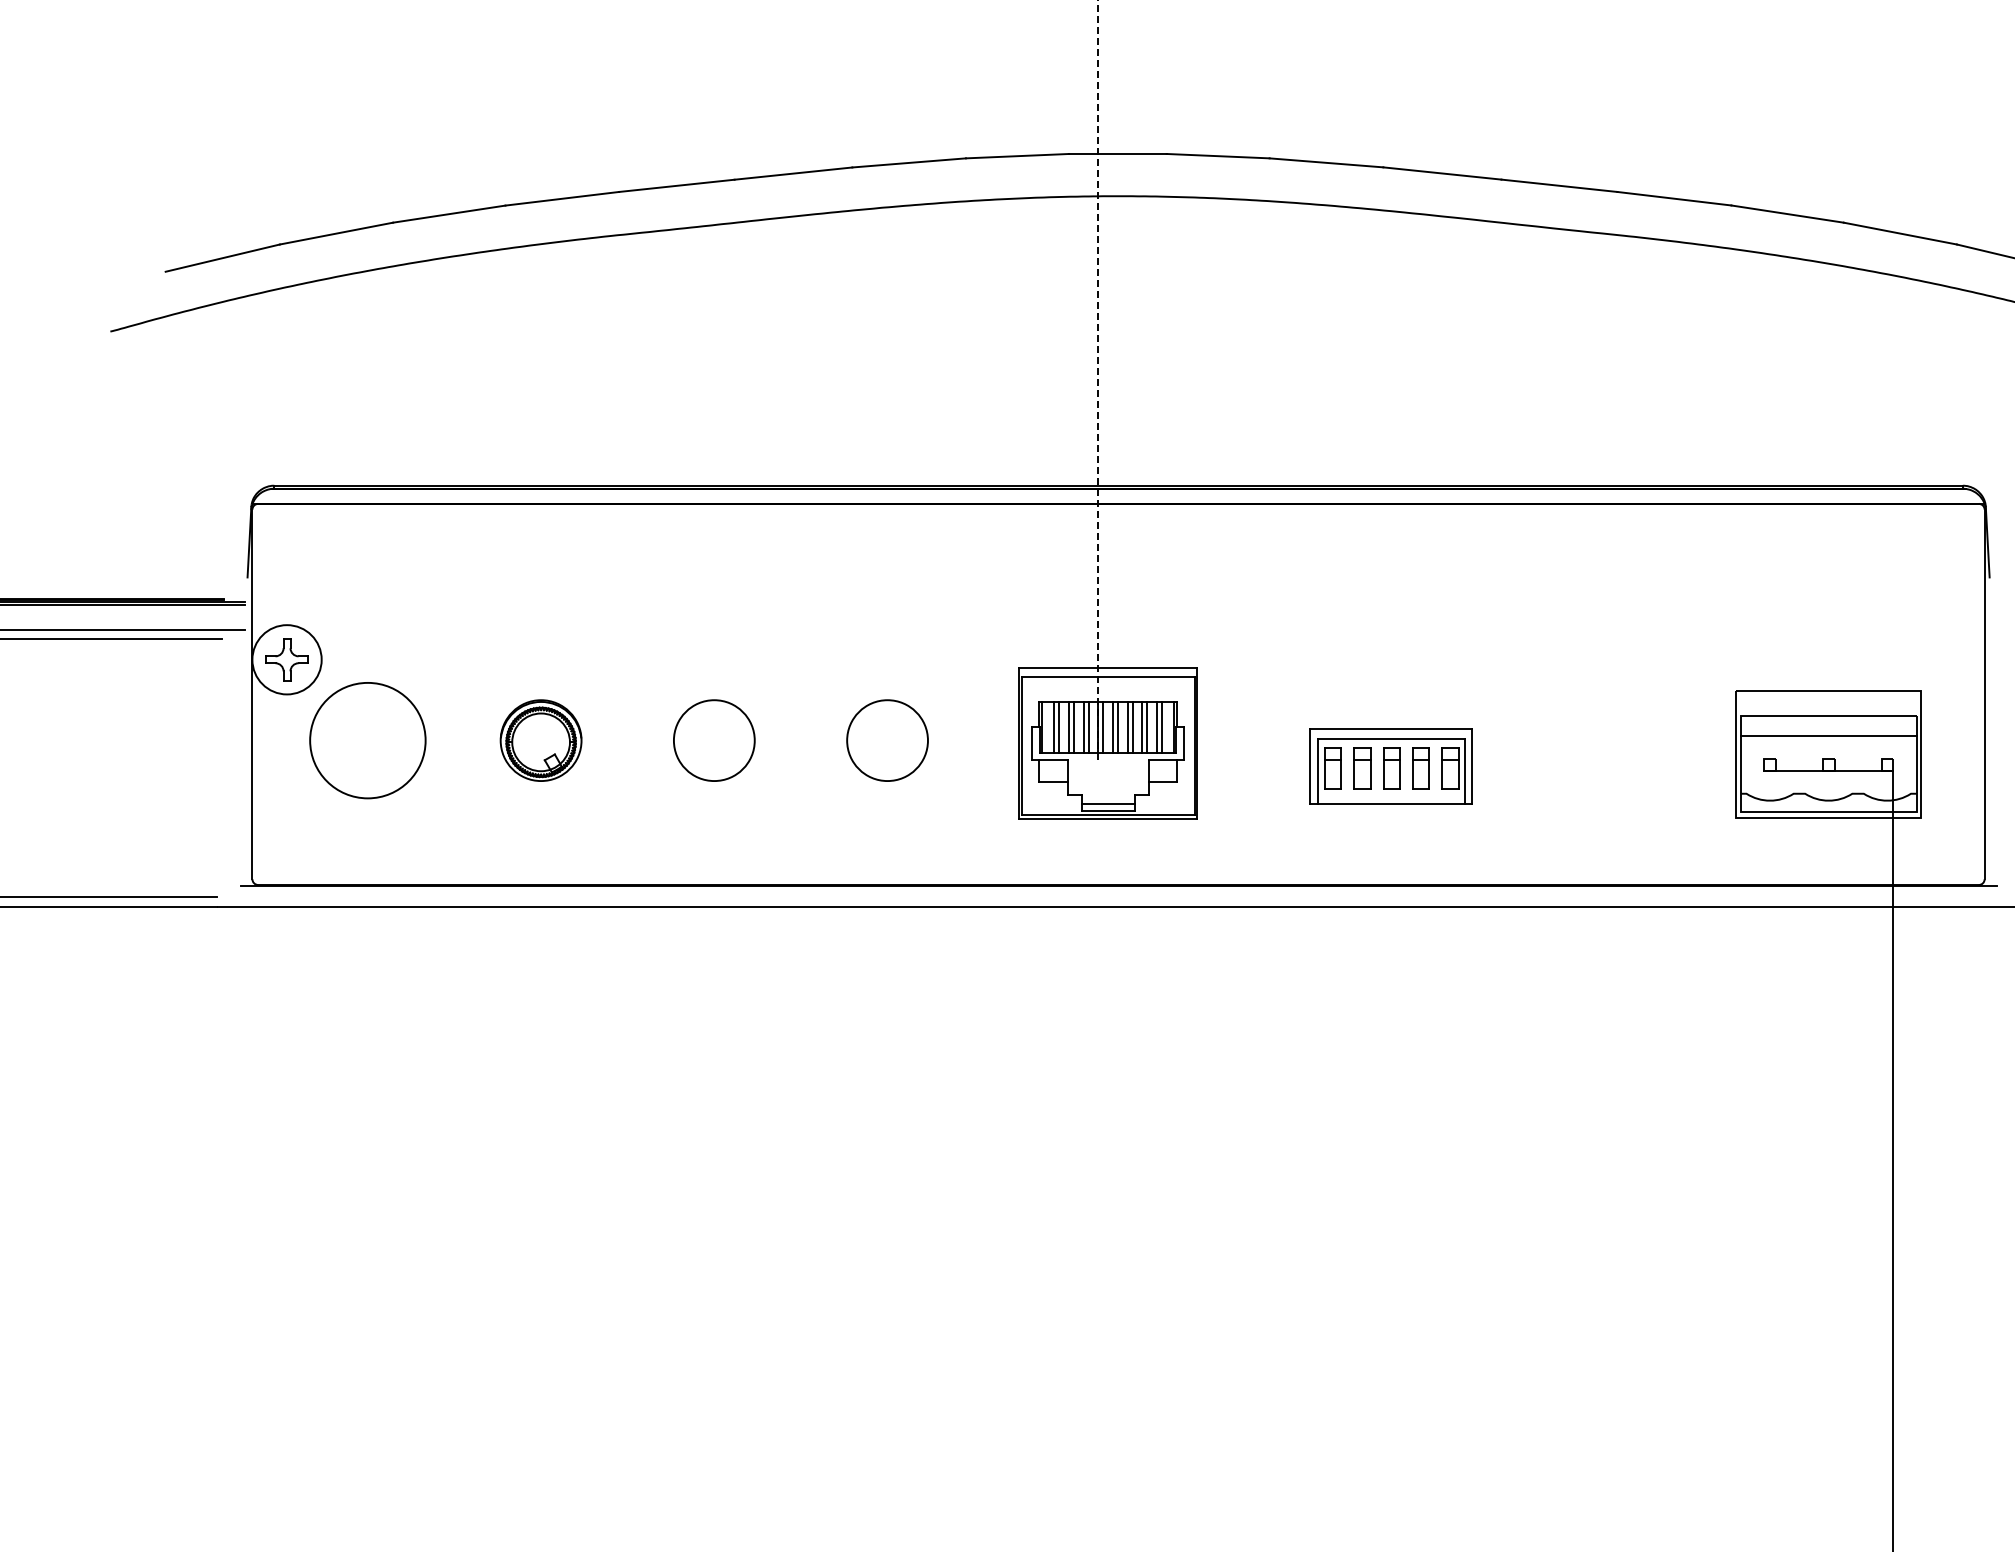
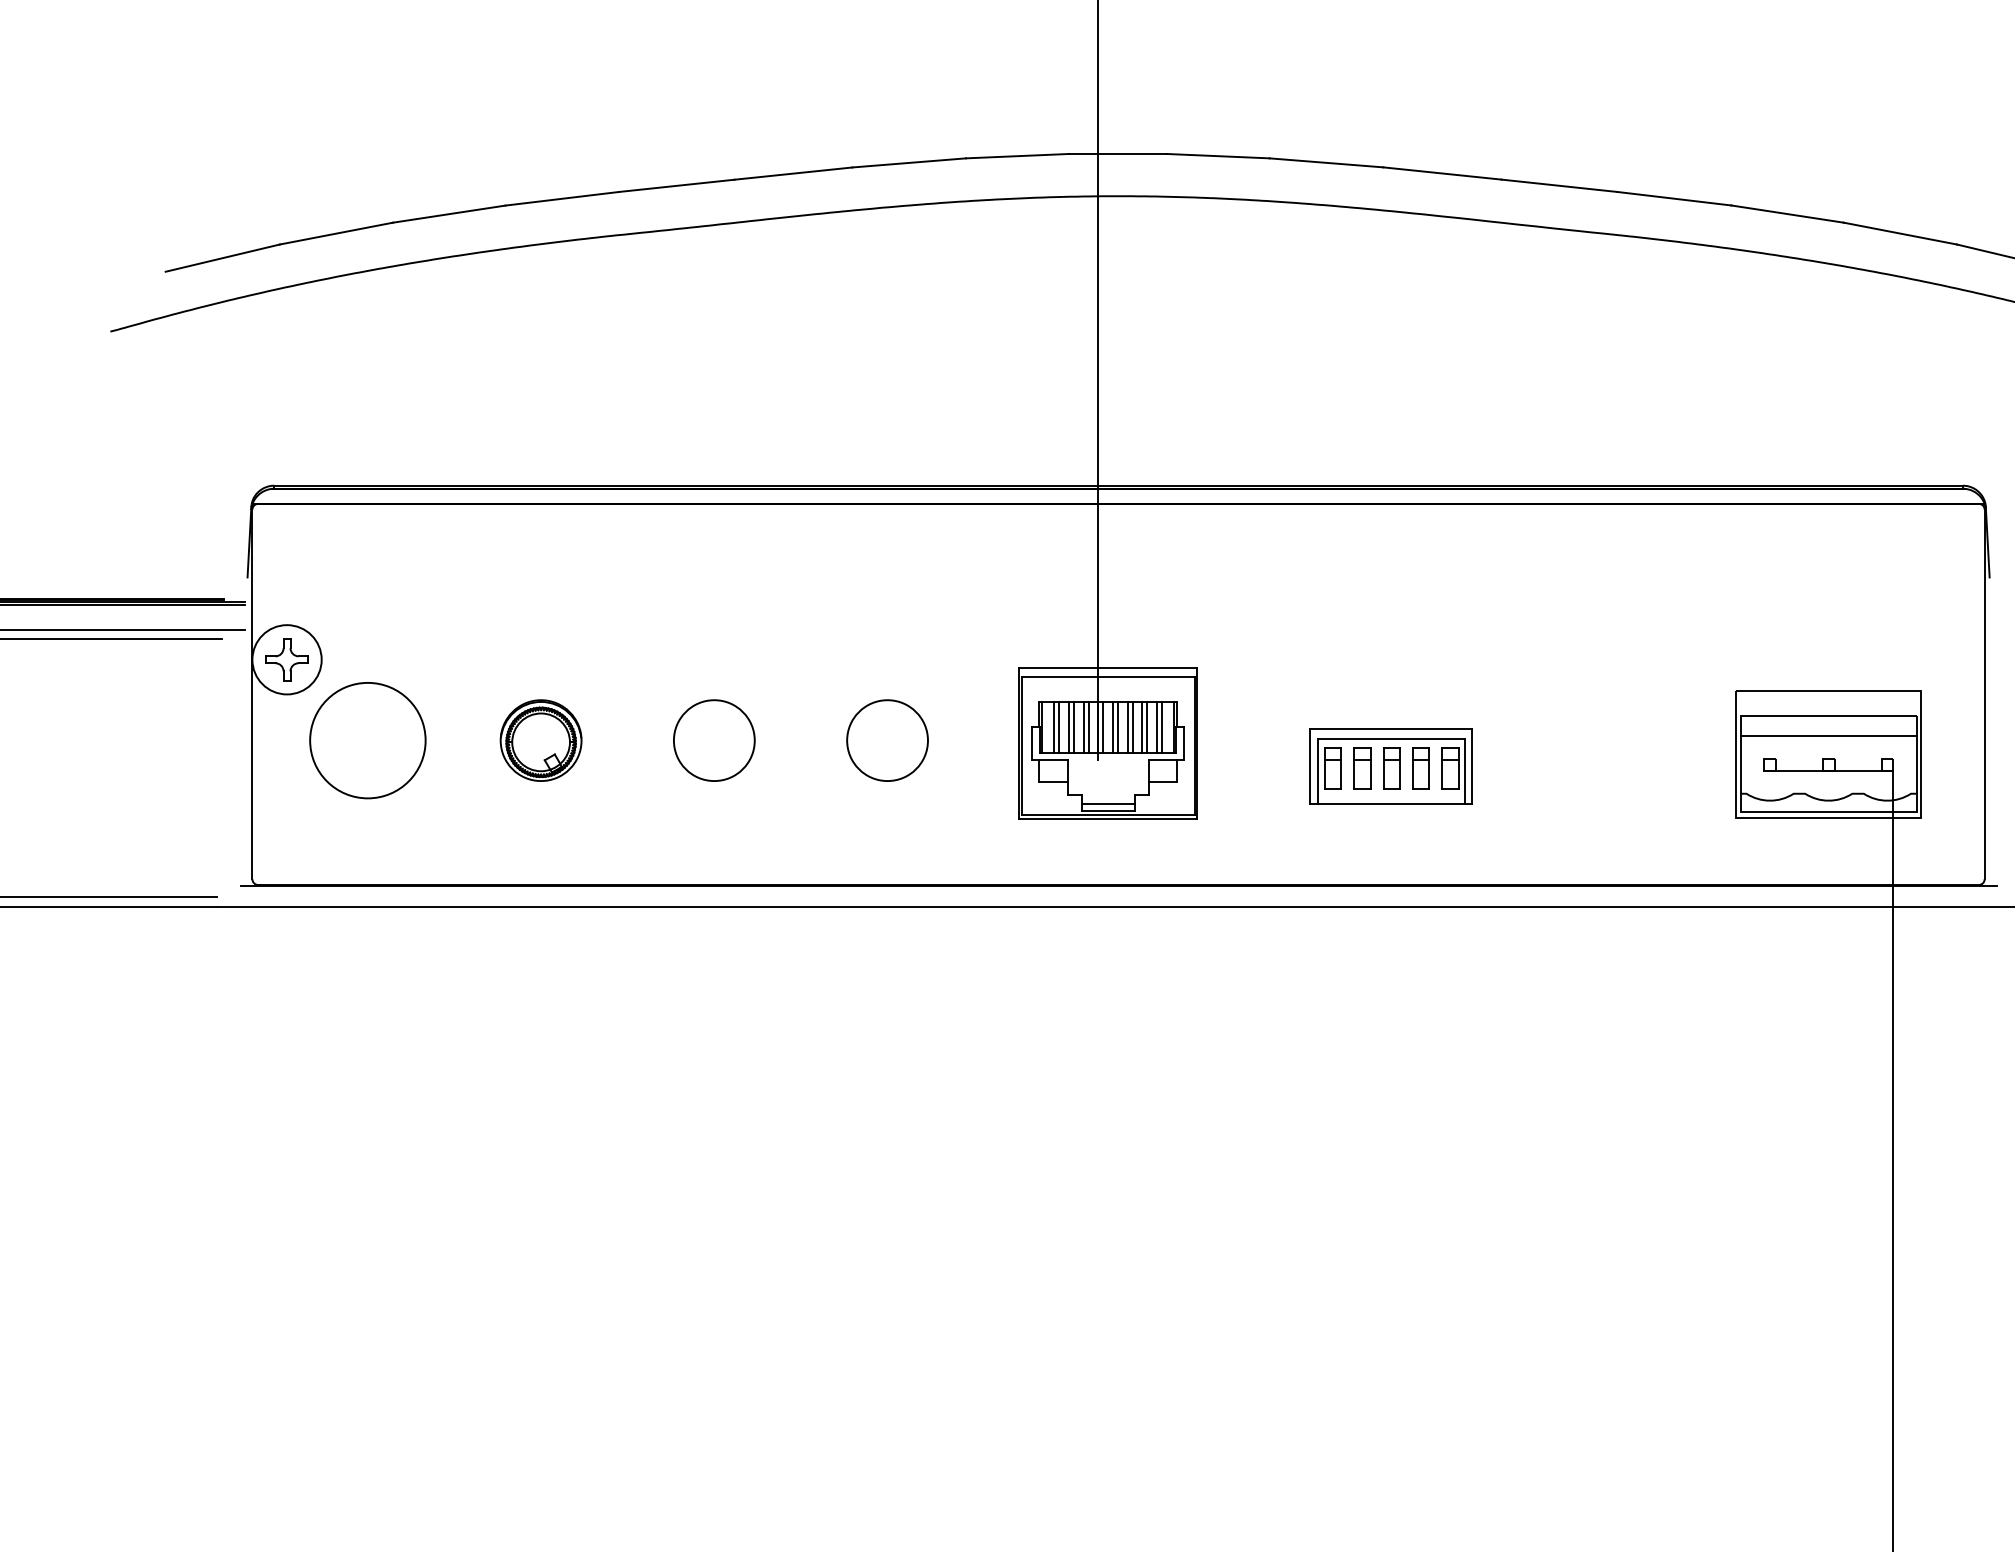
line at (1098, 379): dashed -> solid
